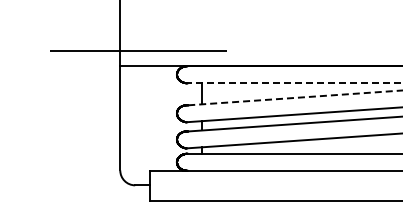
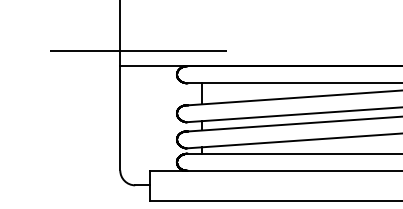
line at (294, 83): dashed -> solid
line at (295, 97): dashed -> solid
